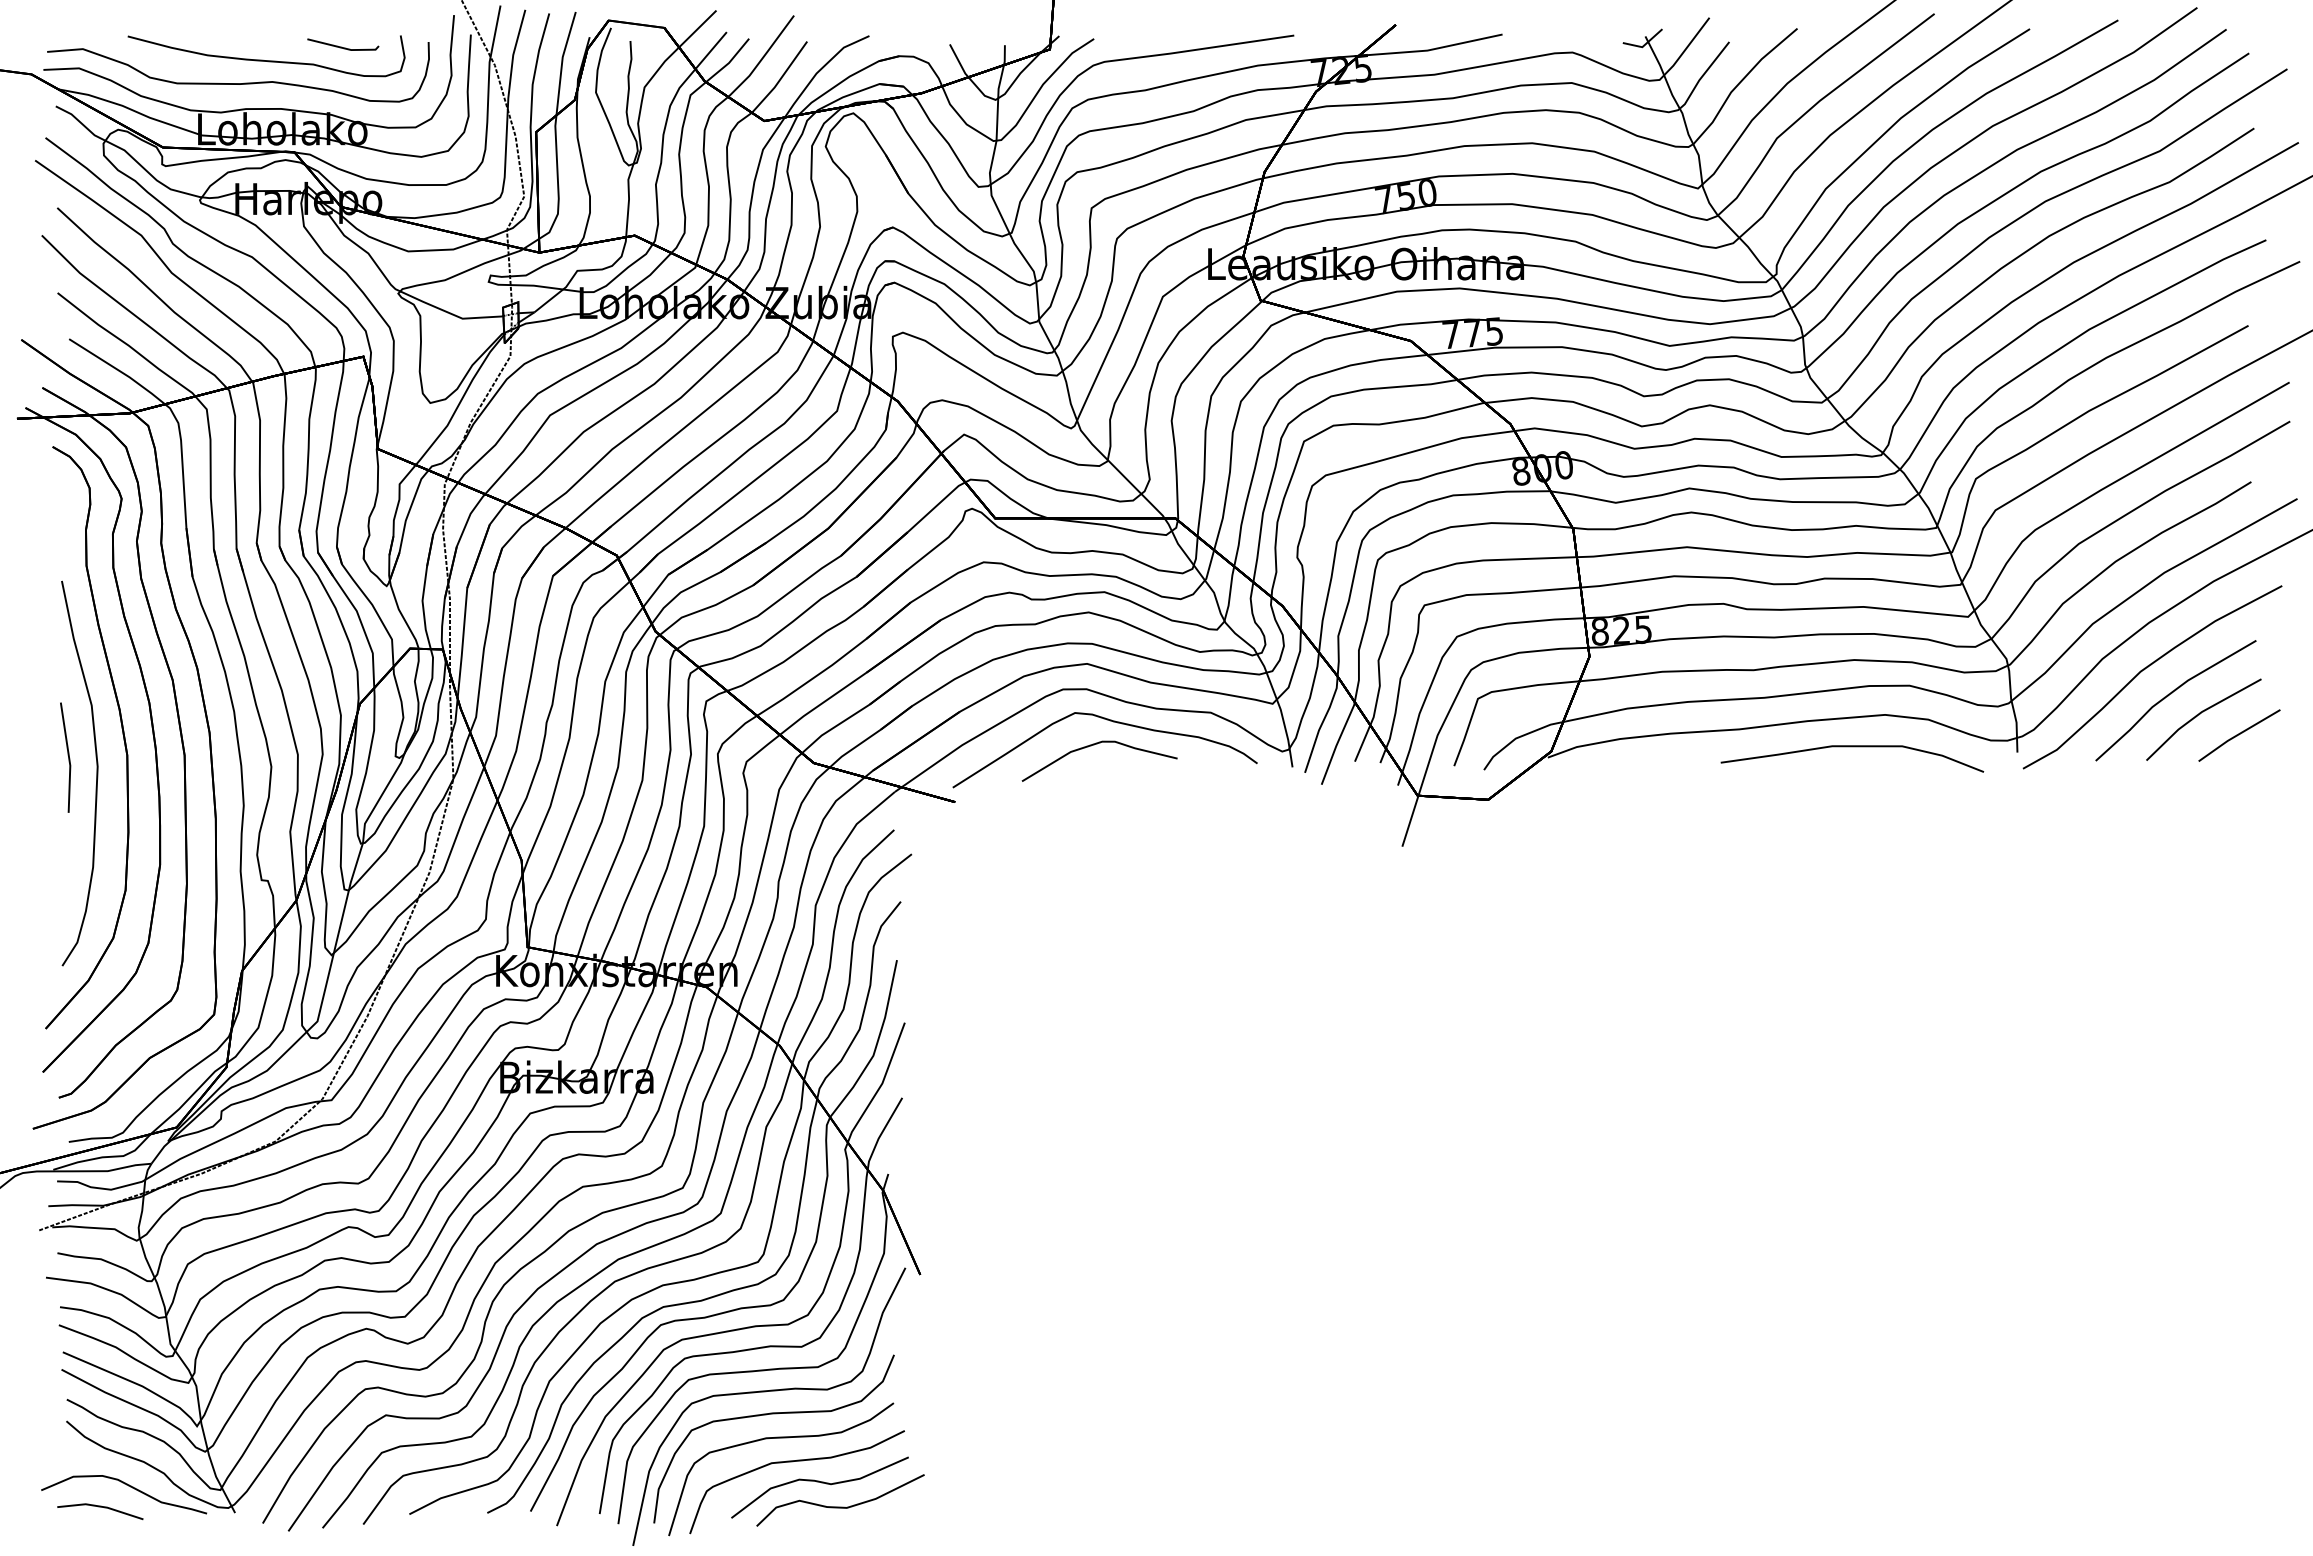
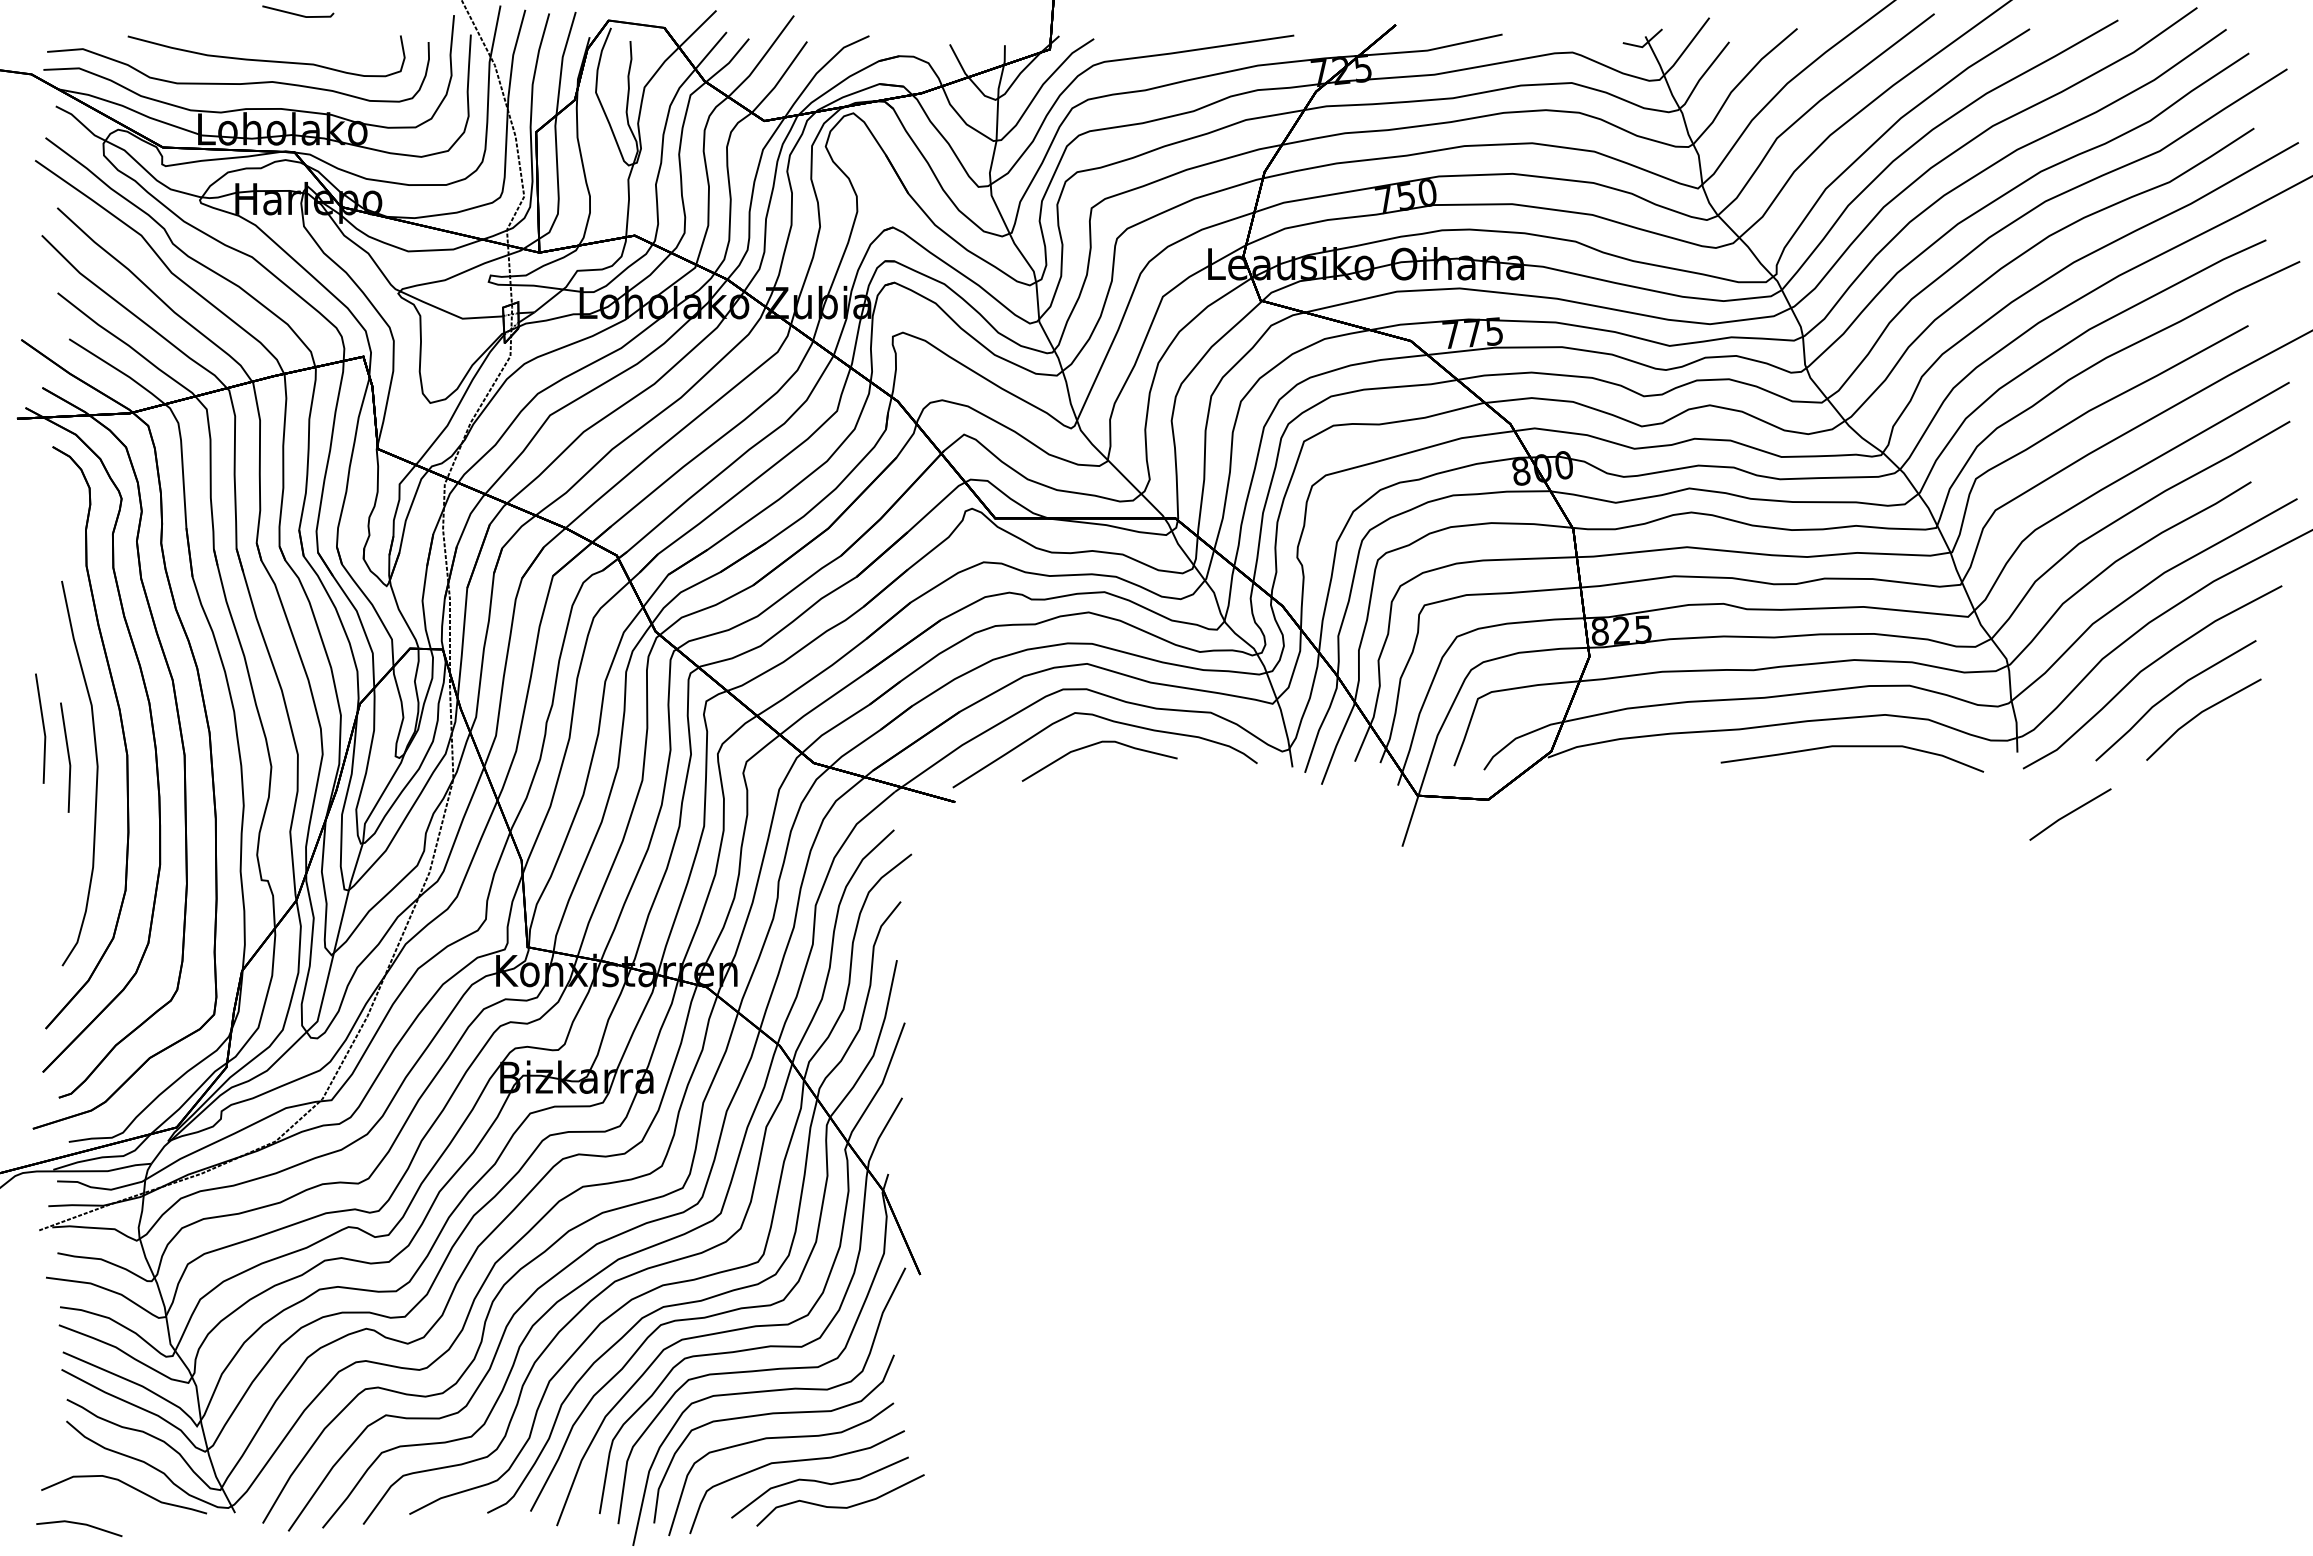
line at (341, 46) position: (341, 46) -> (296, 13)
line at (42, 726): none -> present
part at (2239, 735) position: (2239, 735) -> (2070, 814)
line at (100, 1507) position: (100, 1507) -> (79, 1524)
